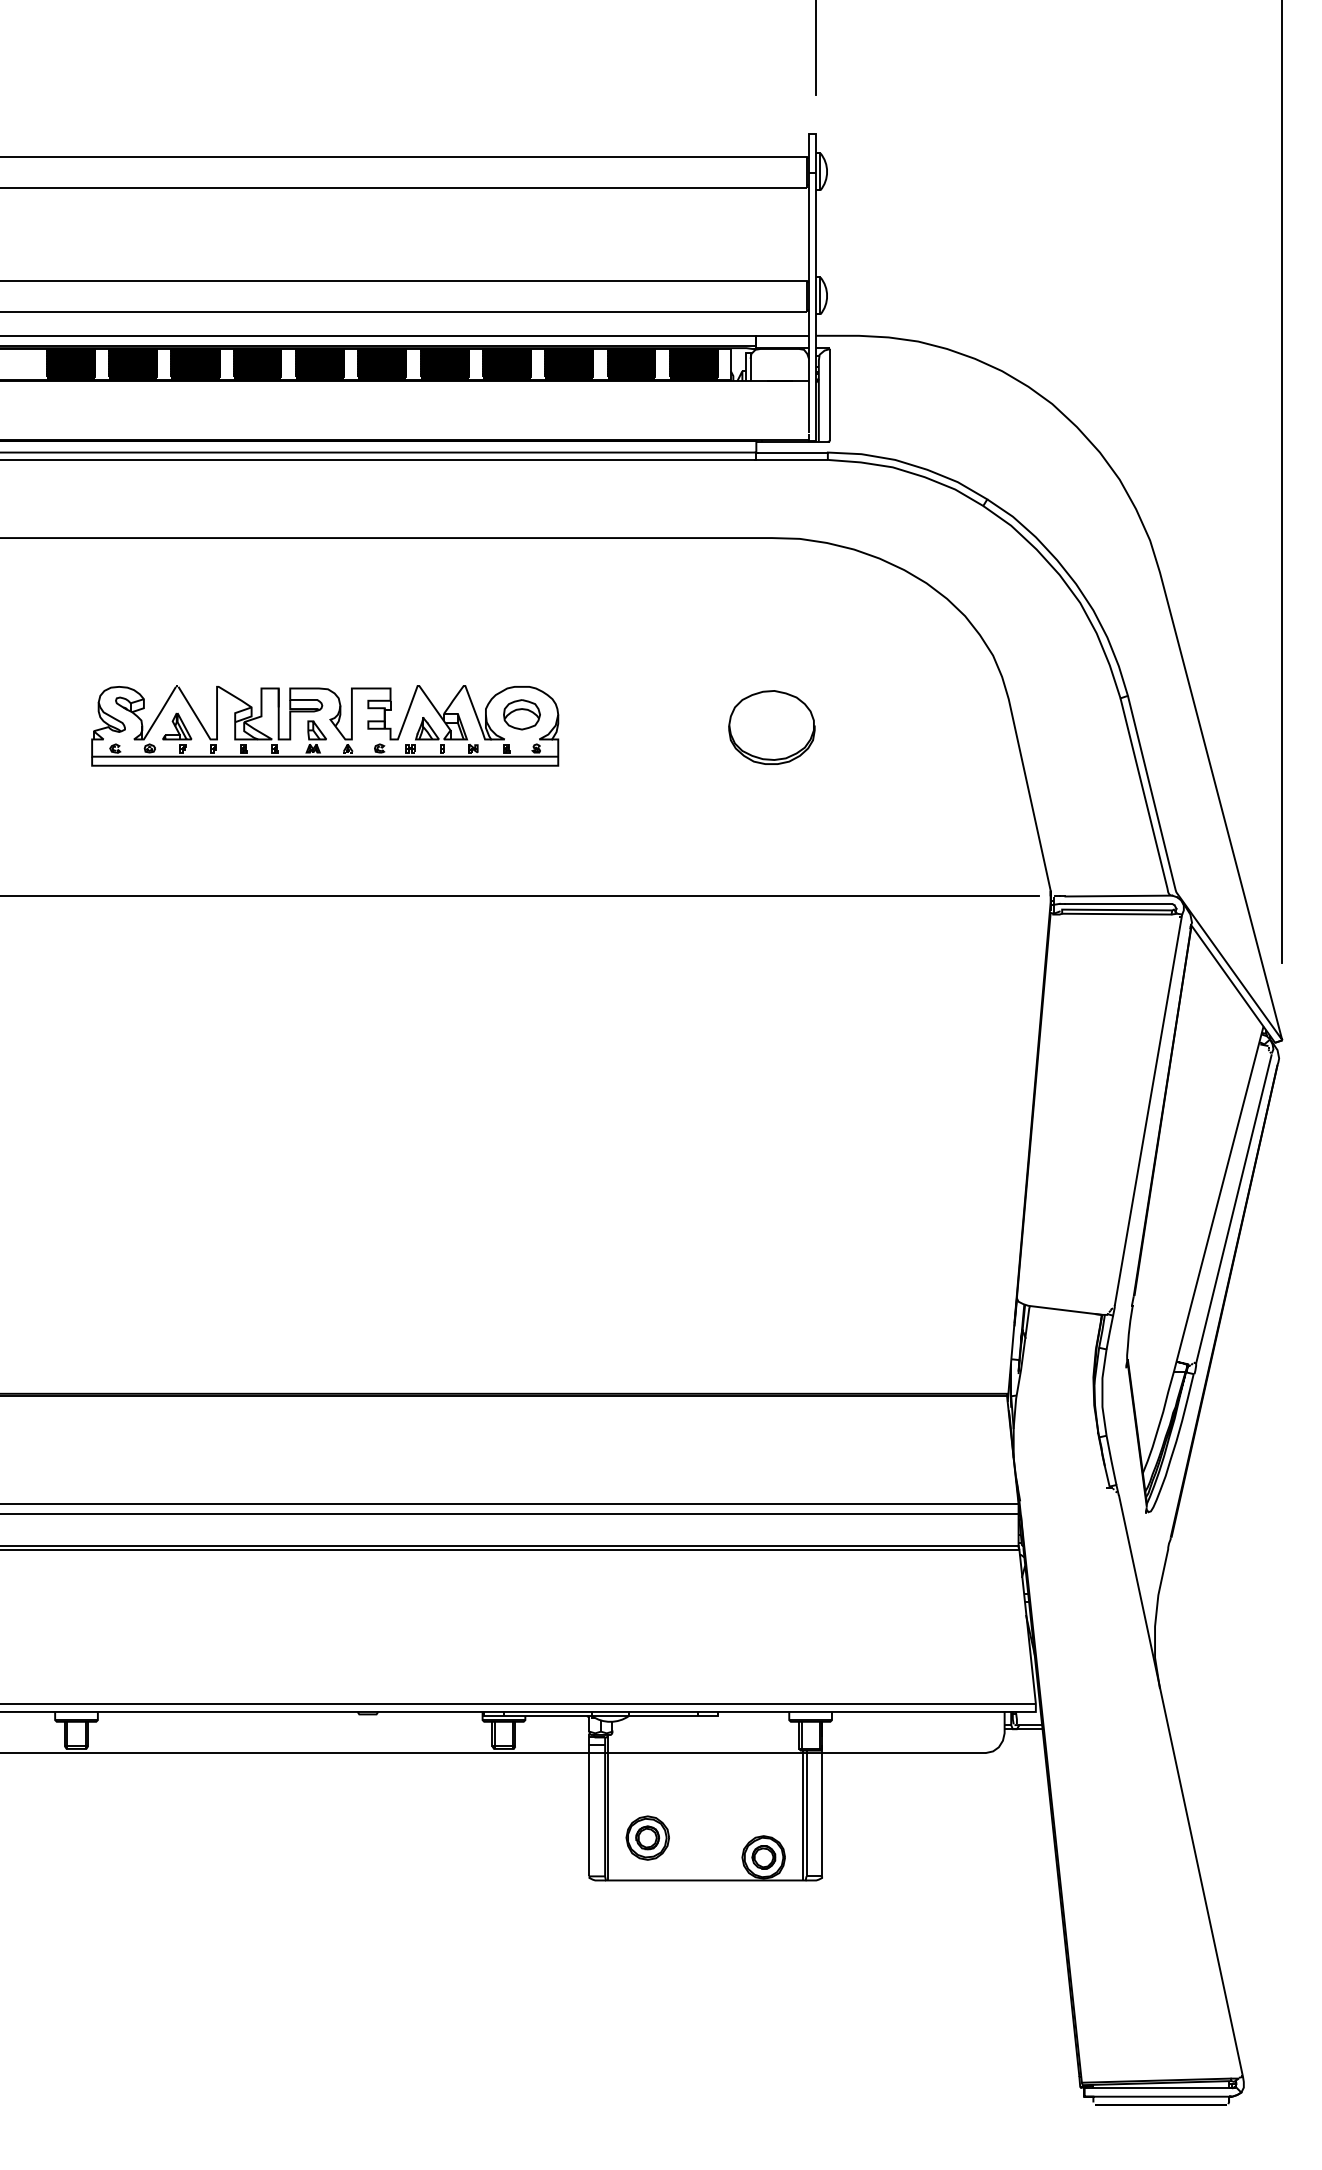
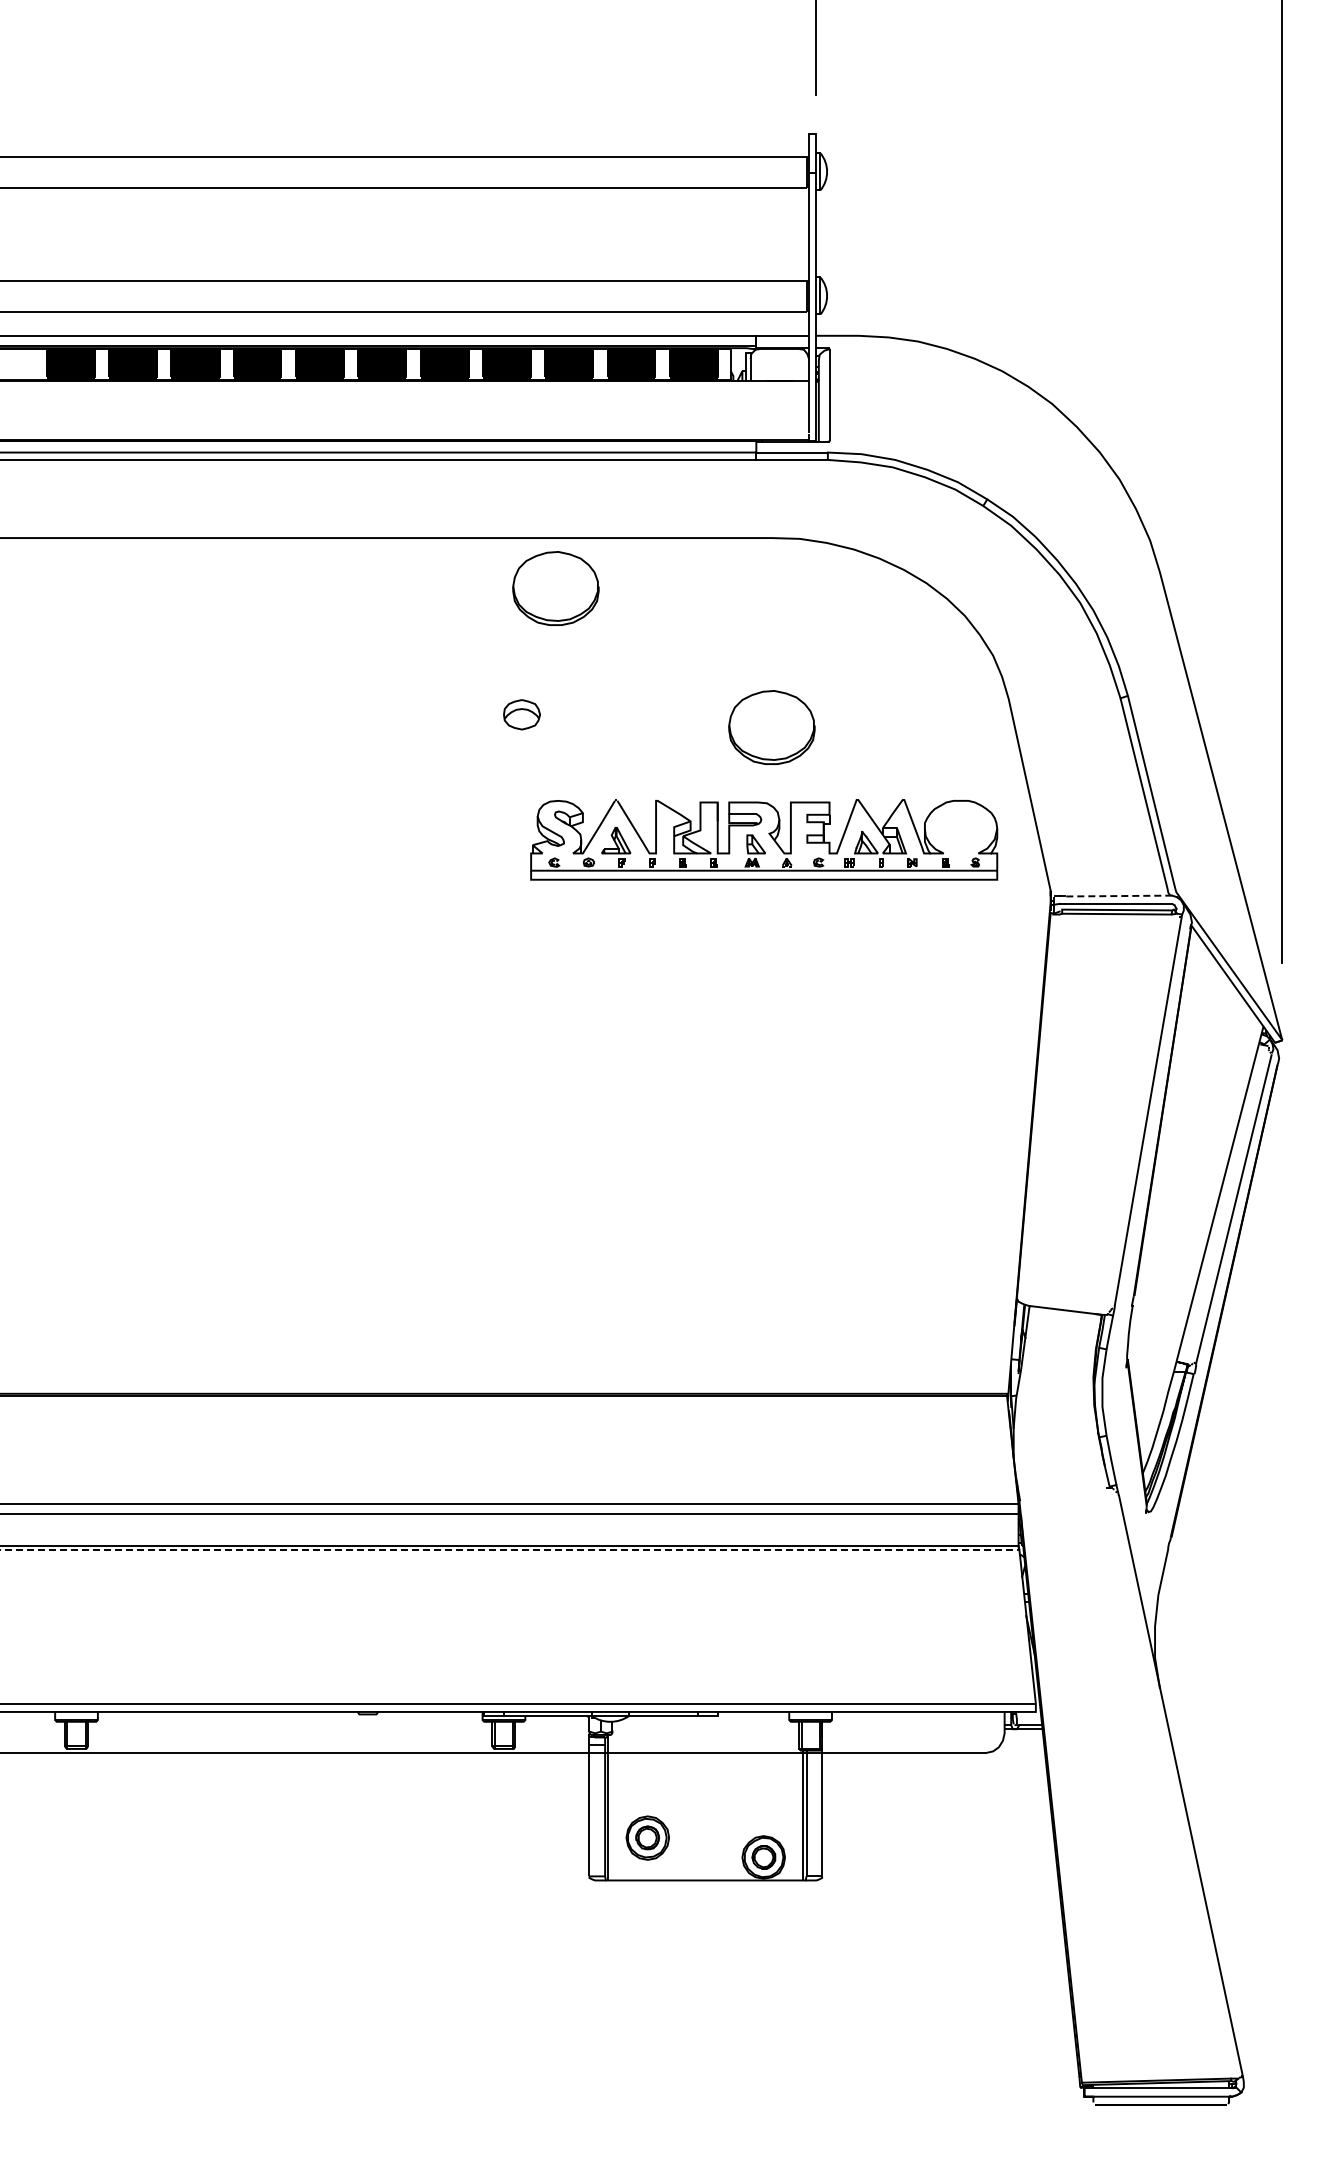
part at (555, 588): none -> present
part at (325, 725) position: (325, 725) -> (764, 839)
line at (520, 896): present -> none
line at (1118, 896): solid -> dashed
line at (510, 1550): solid -> dashed
